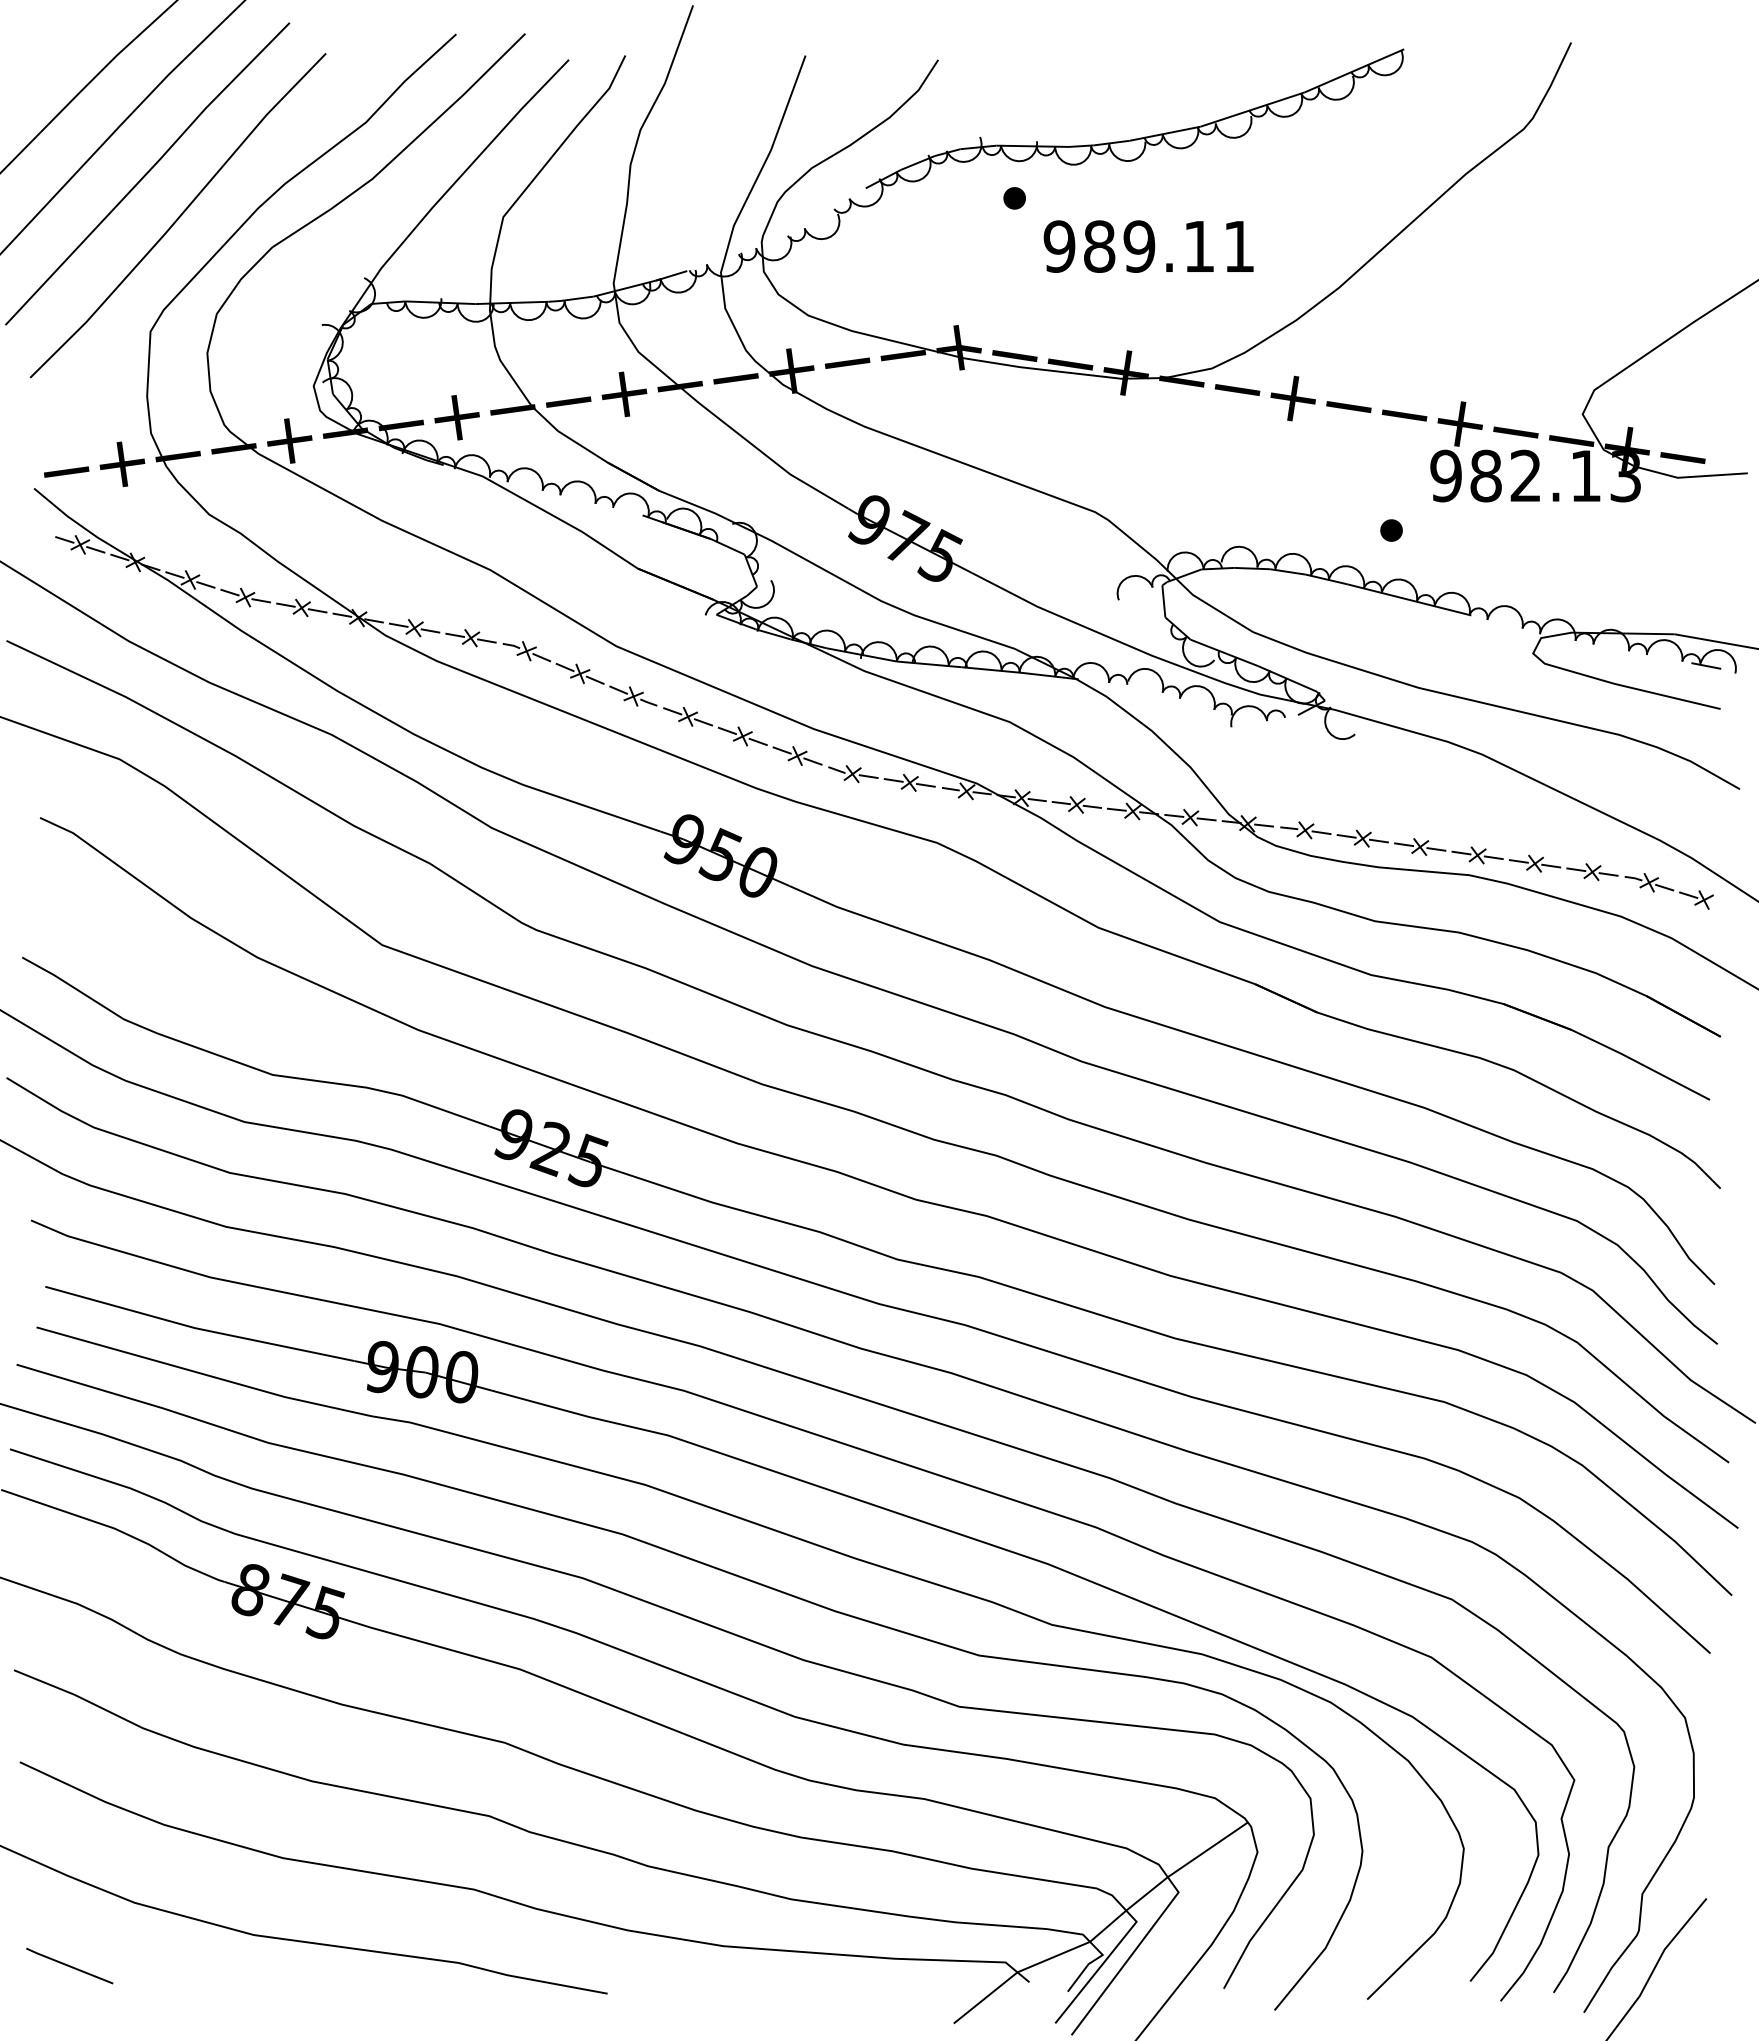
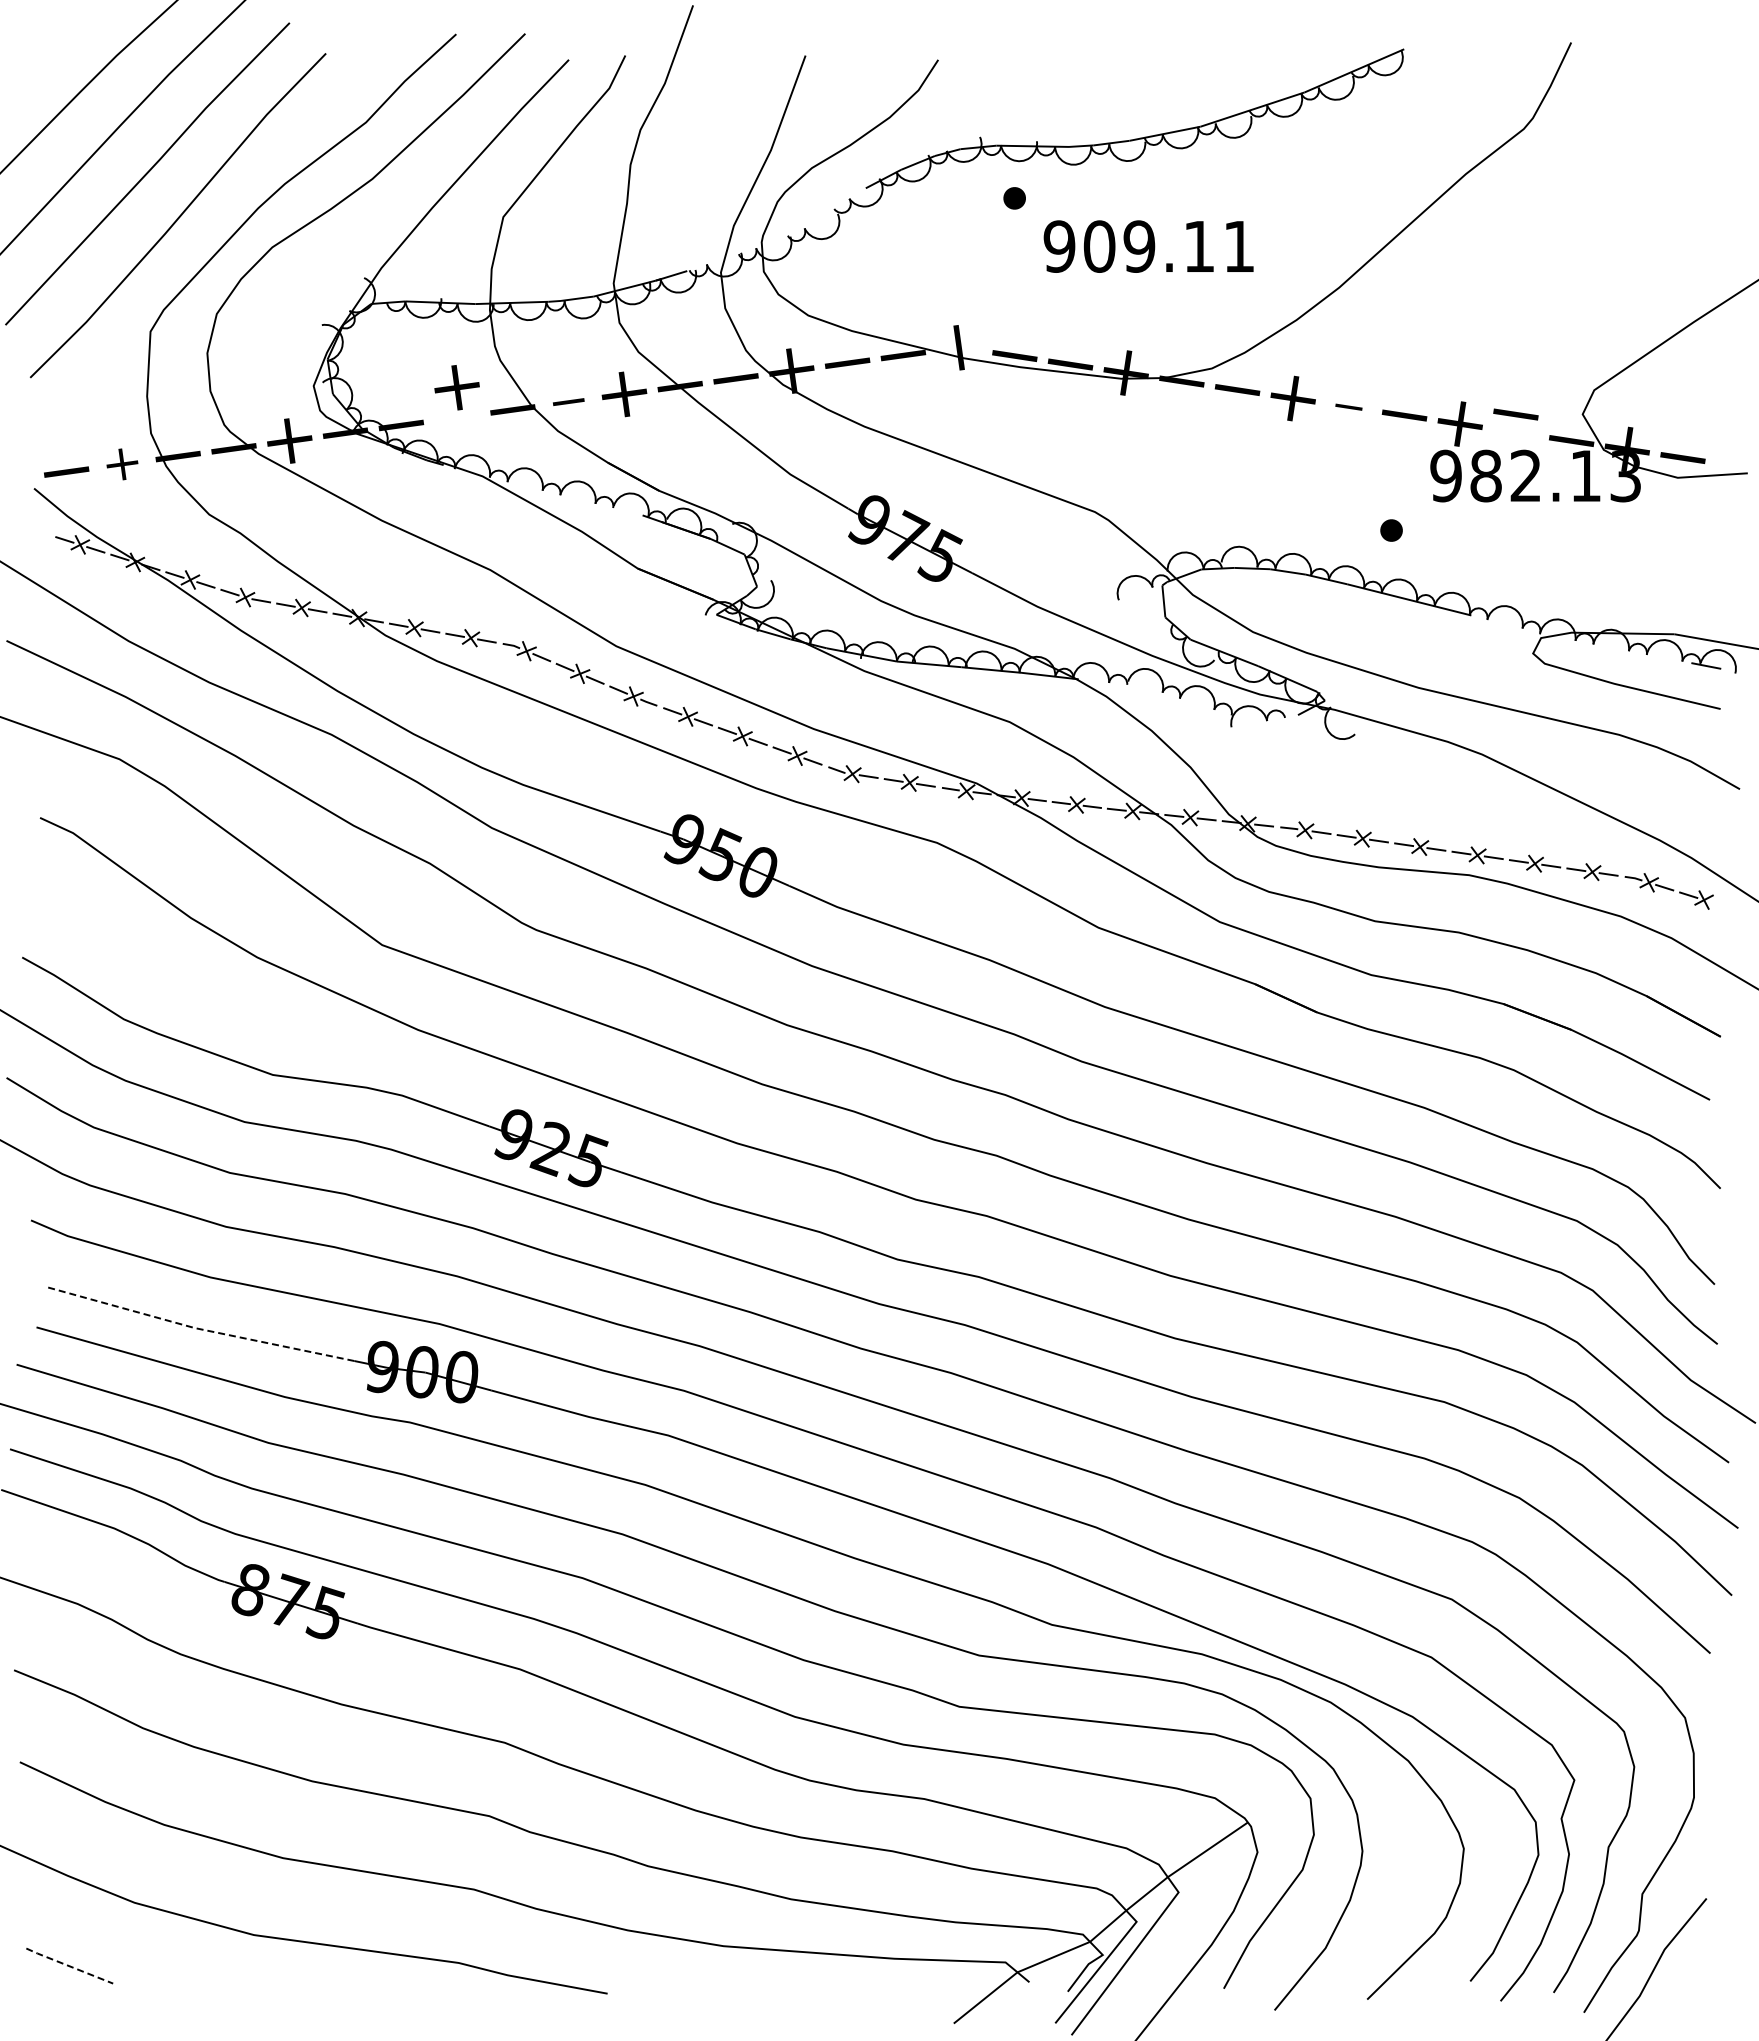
text at (1099, 246): 989.11 -> 909.11
fill at (959, 348): present -> none
part at (568, 401) size: 46x12 px -> 32x8 px
part at (1348, 407) size: 46x13 px -> 28x8 px
part at (456, 417) position: (456, 417) -> (456, 387)
part at (1515, 432) position: (1515, 432) -> (1515, 414)
part at (122, 464) size: 47x47 px -> 33x33 px
line at (197, 1328): solid -> dashed
line at (68, 1965): solid -> dashed
